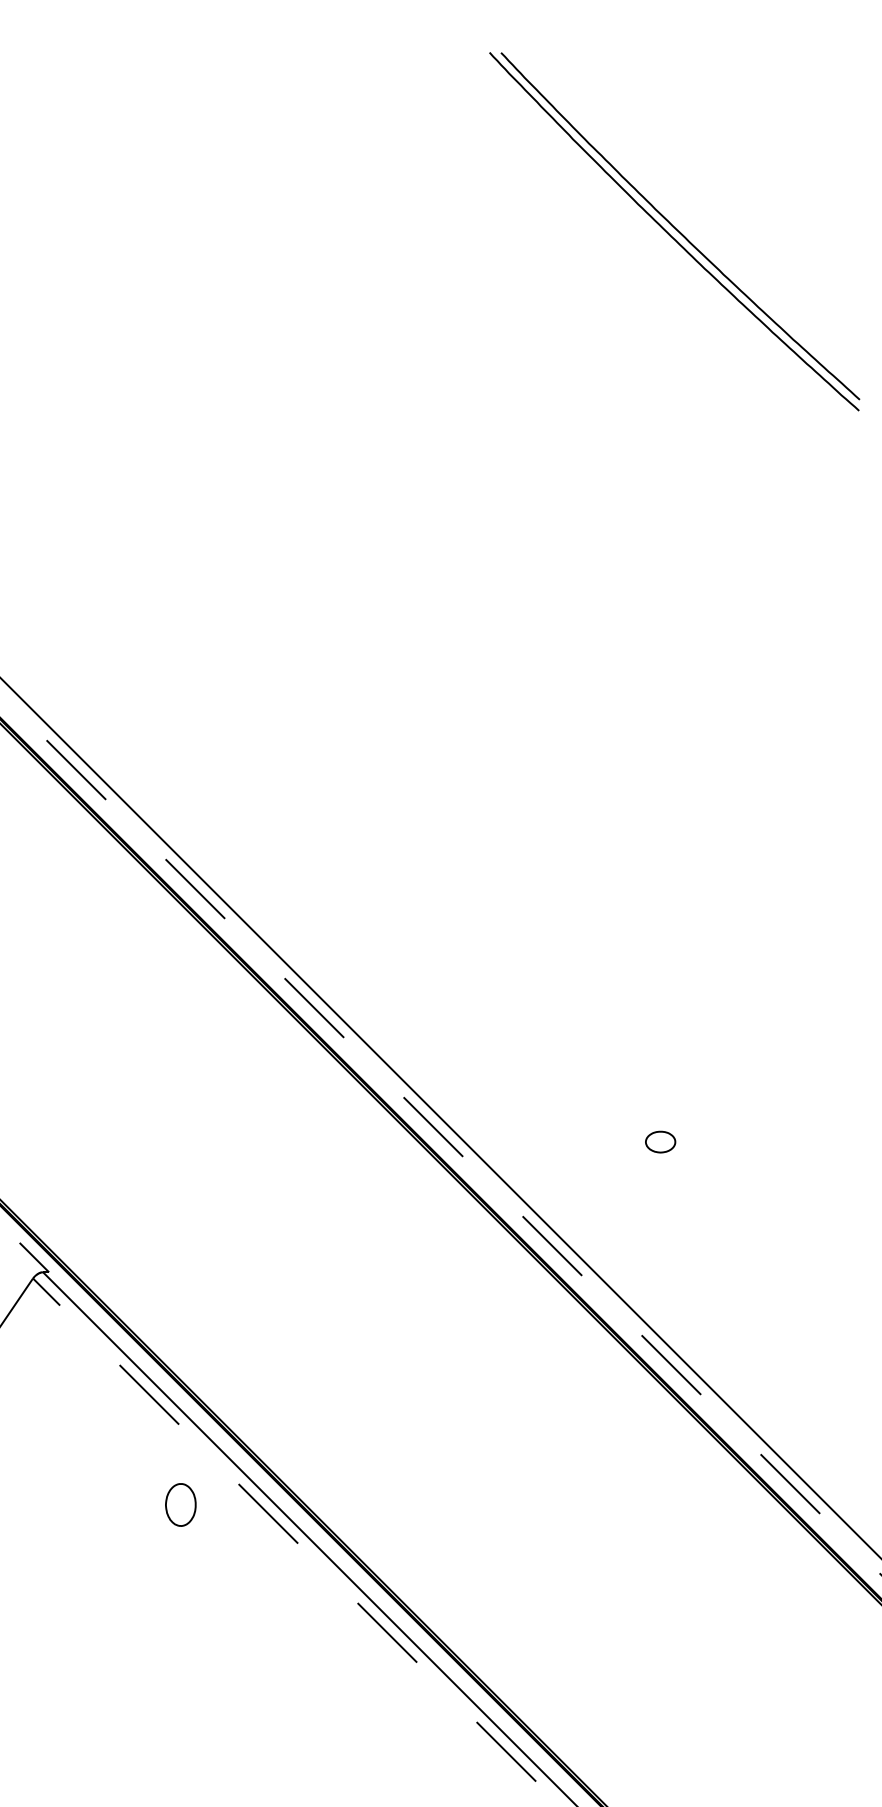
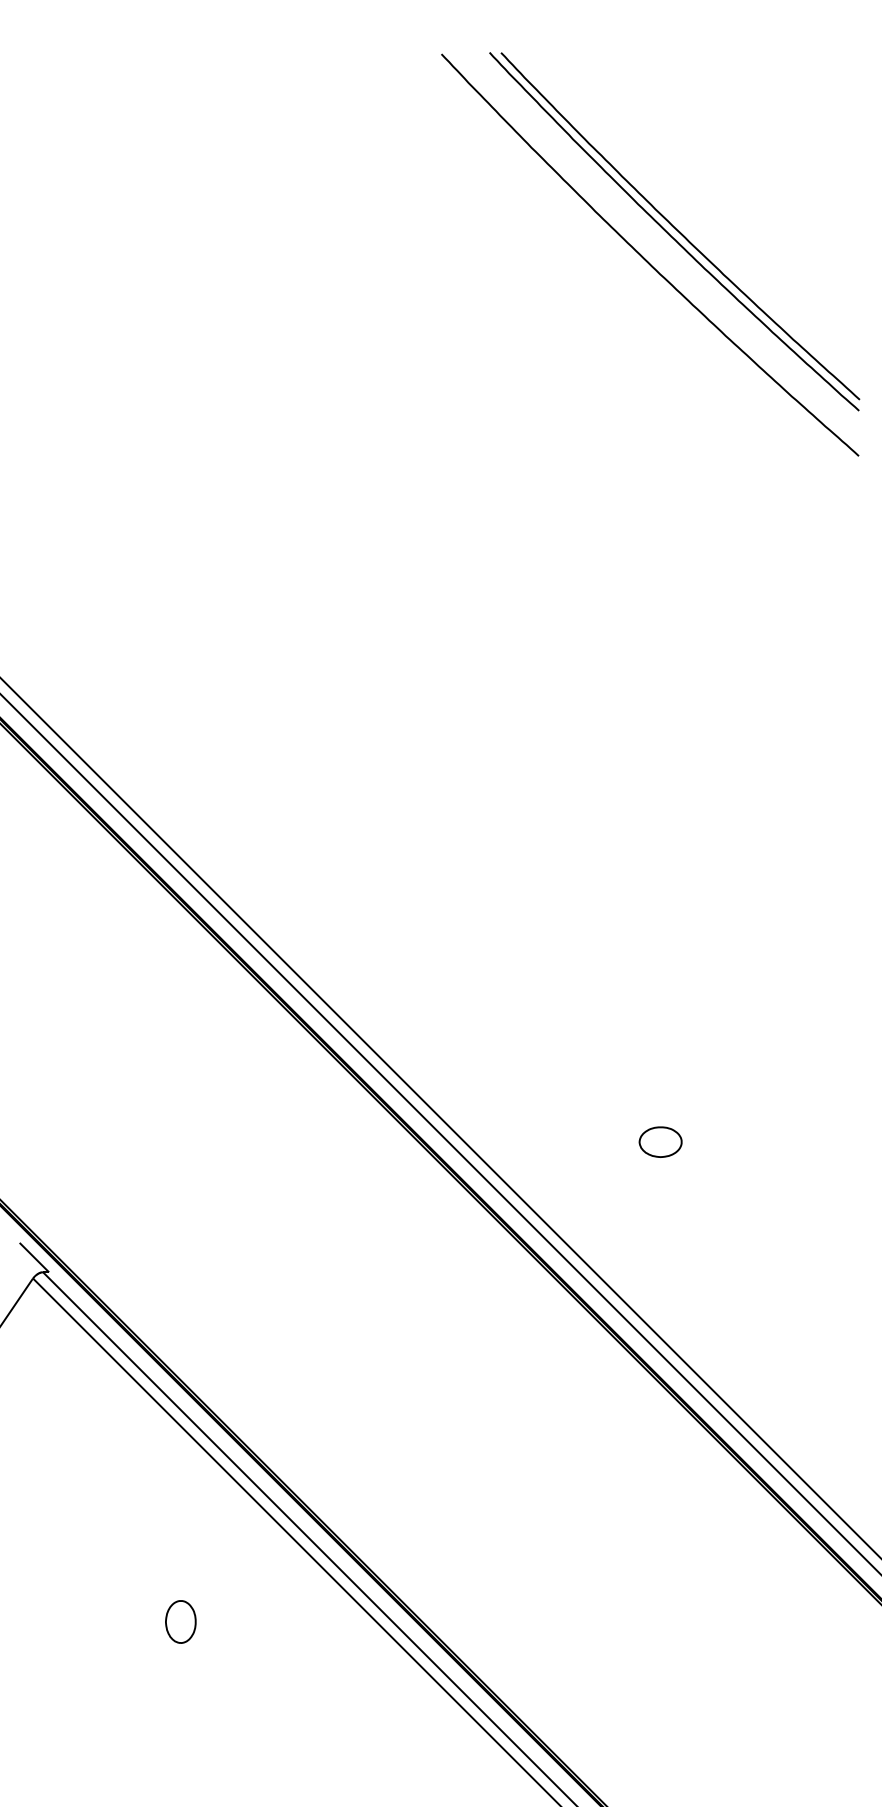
curve at (645, 258): none -> present
line at (440, 1134): dashed -> solid
part at (660, 1141) size: 32x24 px -> 45x32 px
part at (180, 1504) position: (180, 1504) -> (180, 1621)
line at (296, 1542): dashed -> solid
